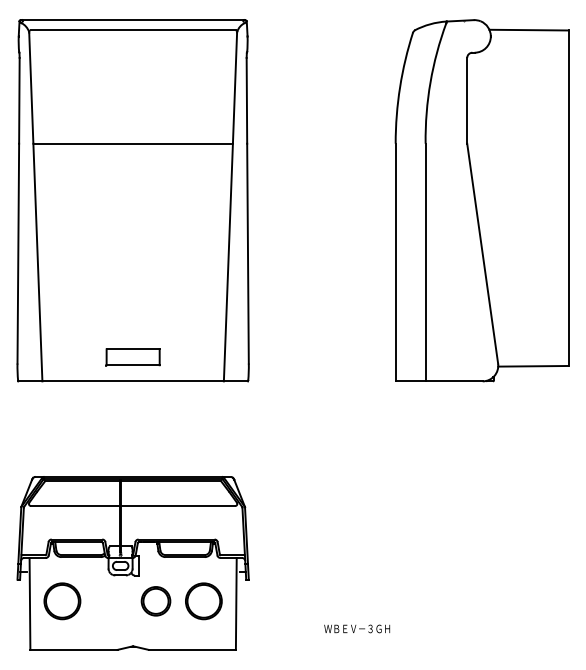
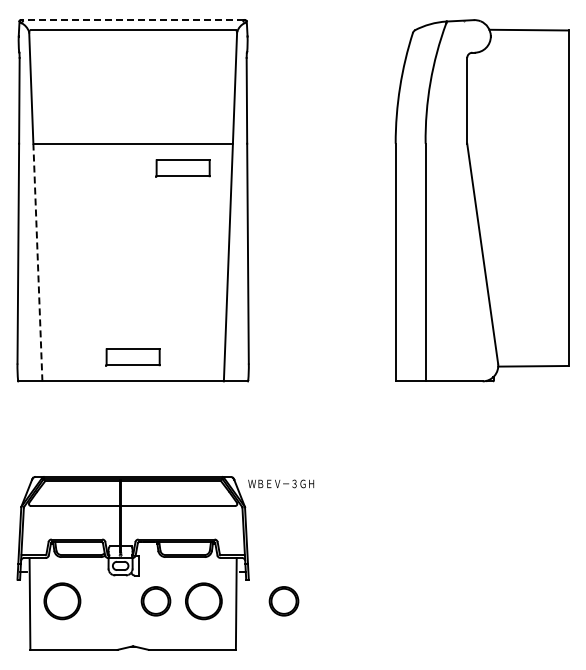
line at (133, 20): solid -> dashed
part at (182, 168): none -> present
line at (37, 262): solid -> dashed
part at (283, 601): none -> present
text at (357, 628) position: (357, 628) -> (281, 483)
